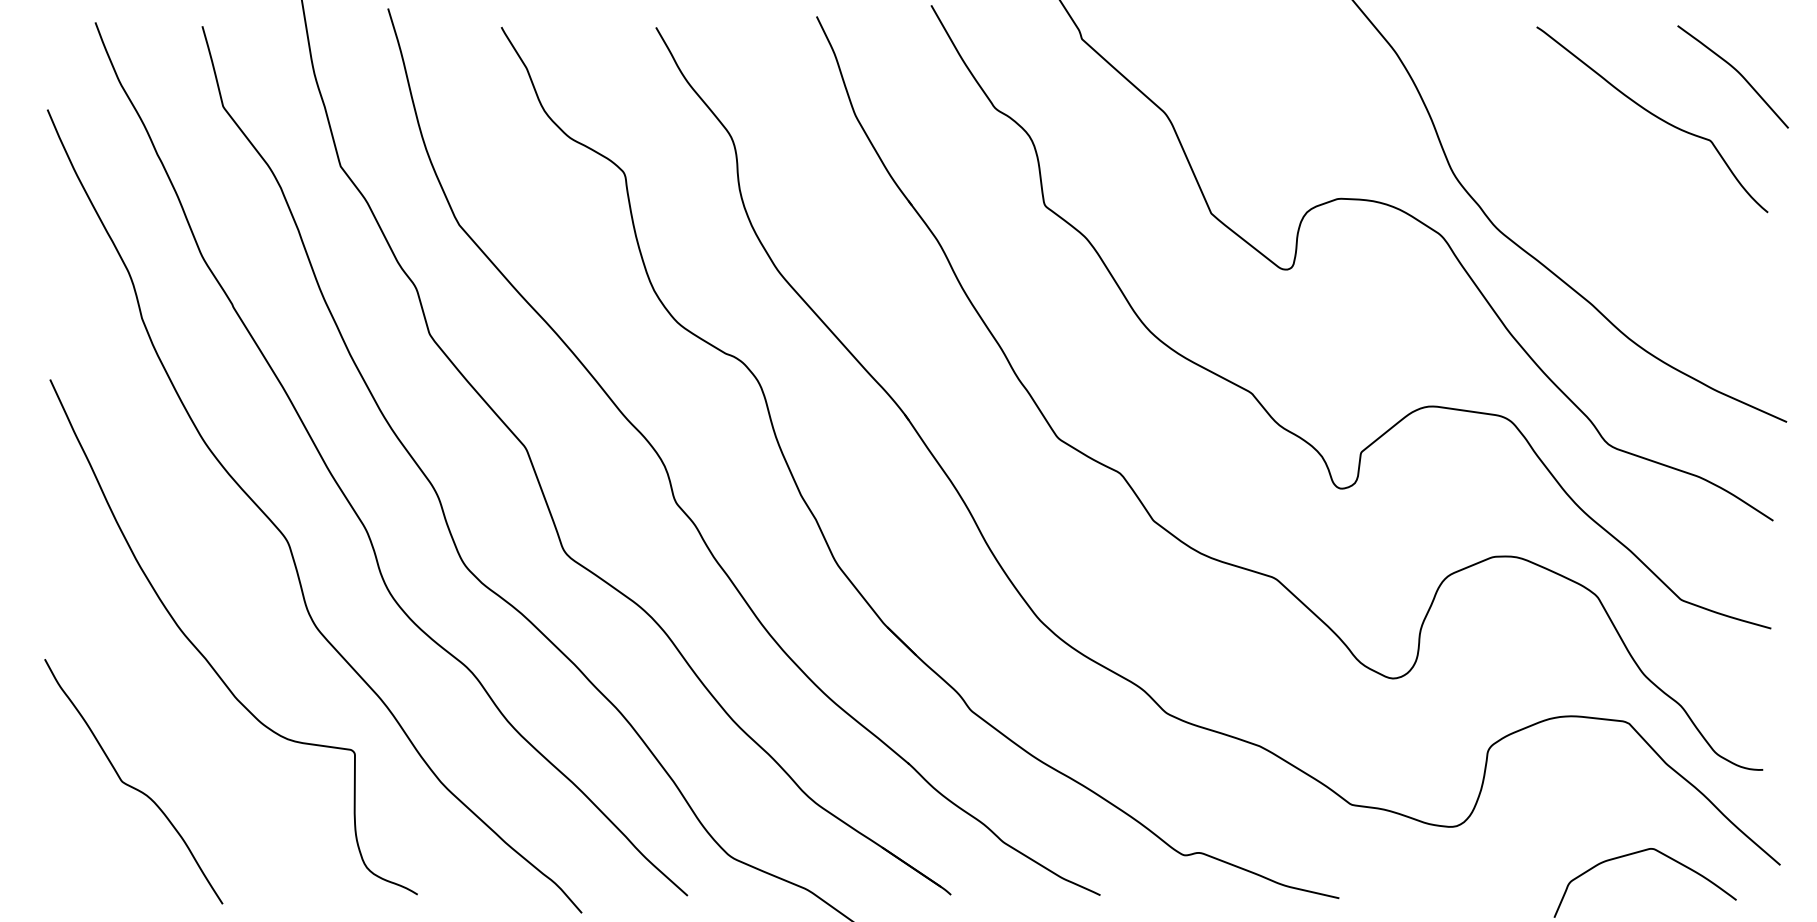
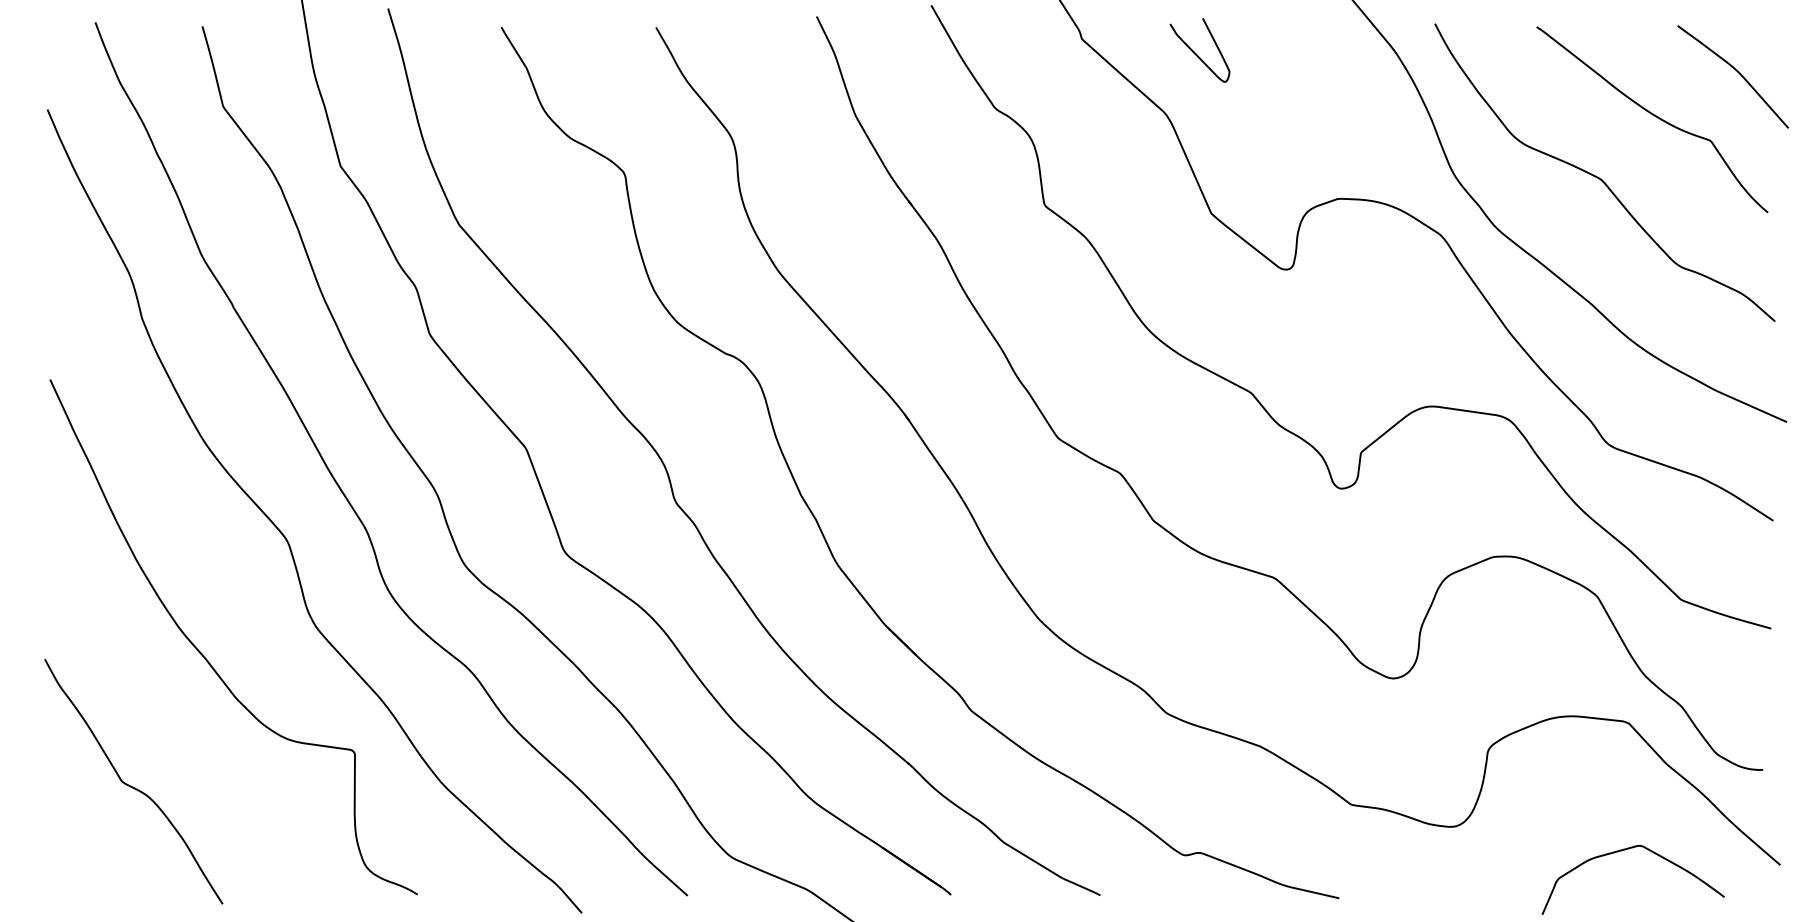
curve at (1196, 53): none -> present
curve at (1601, 178): none -> present
curve at (1637, 853) position: (1637, 853) -> (1625, 850)
